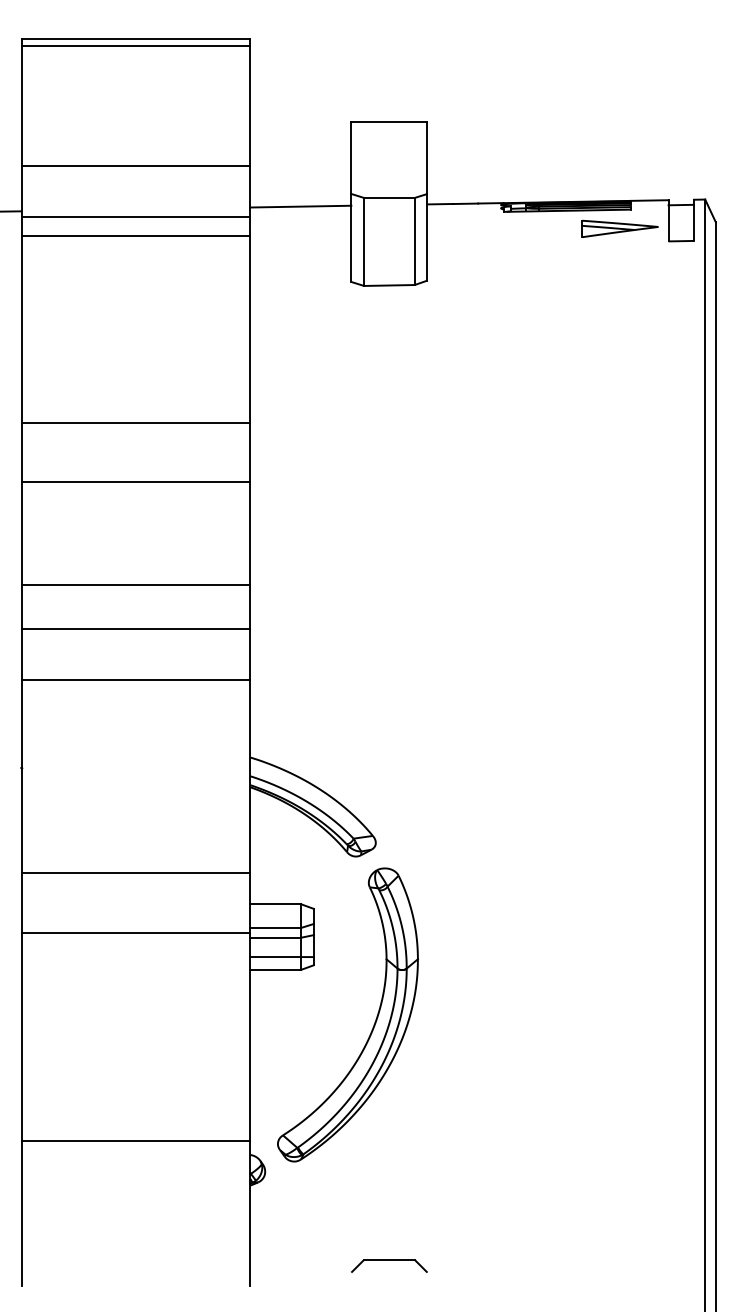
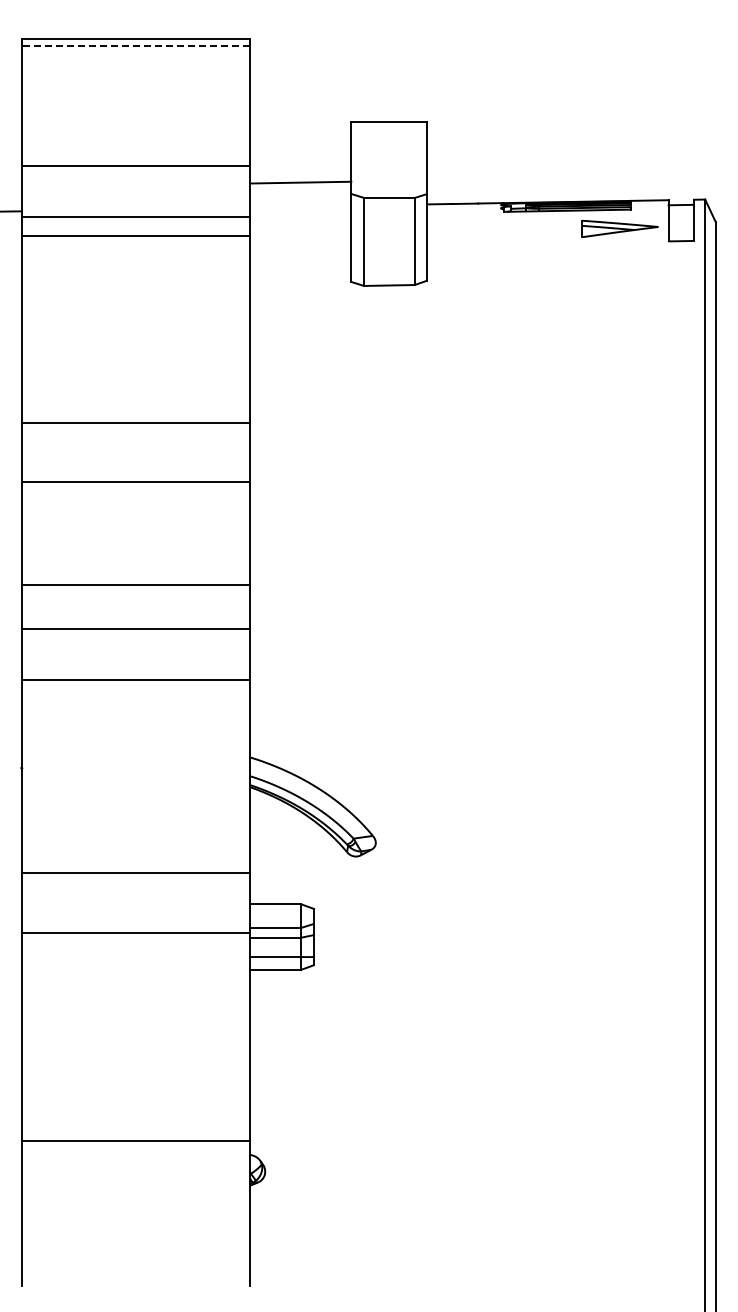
line at (135, 45): solid -> dashed
line at (300, 206) position: (300, 206) -> (300, 182)
part at (373, 1024): present -> none
part at (389, 1265): present -> none
